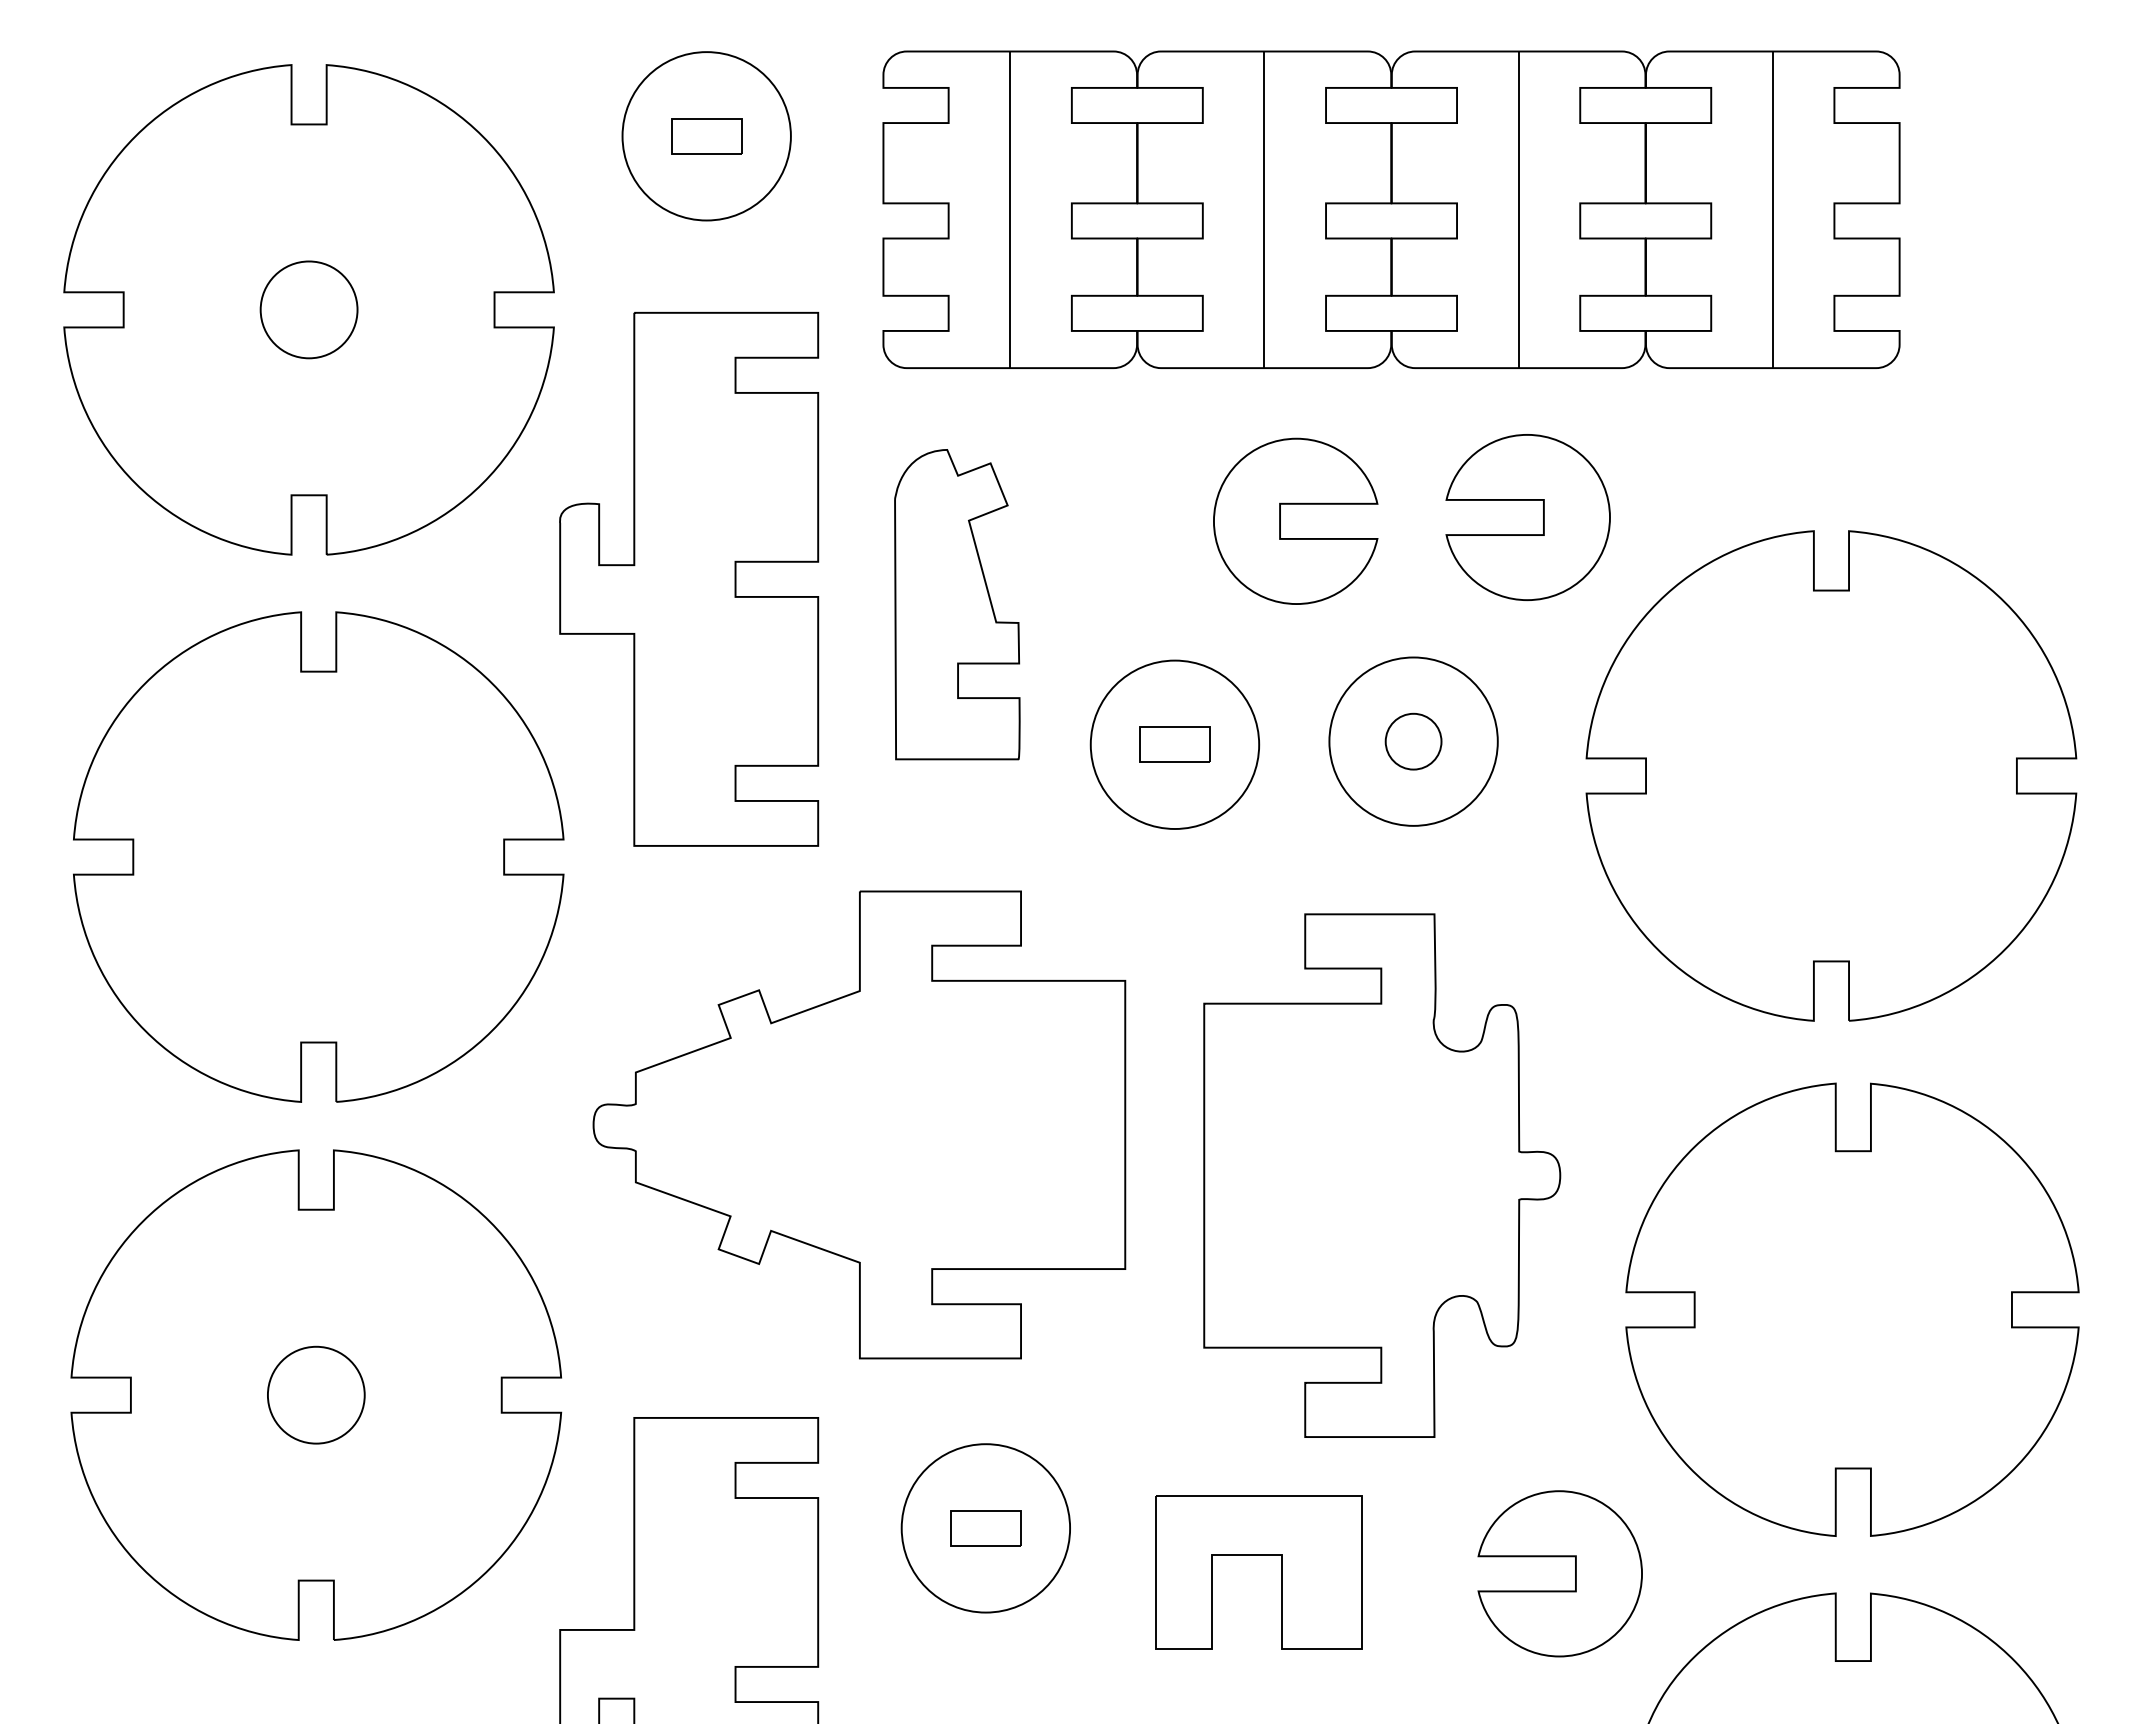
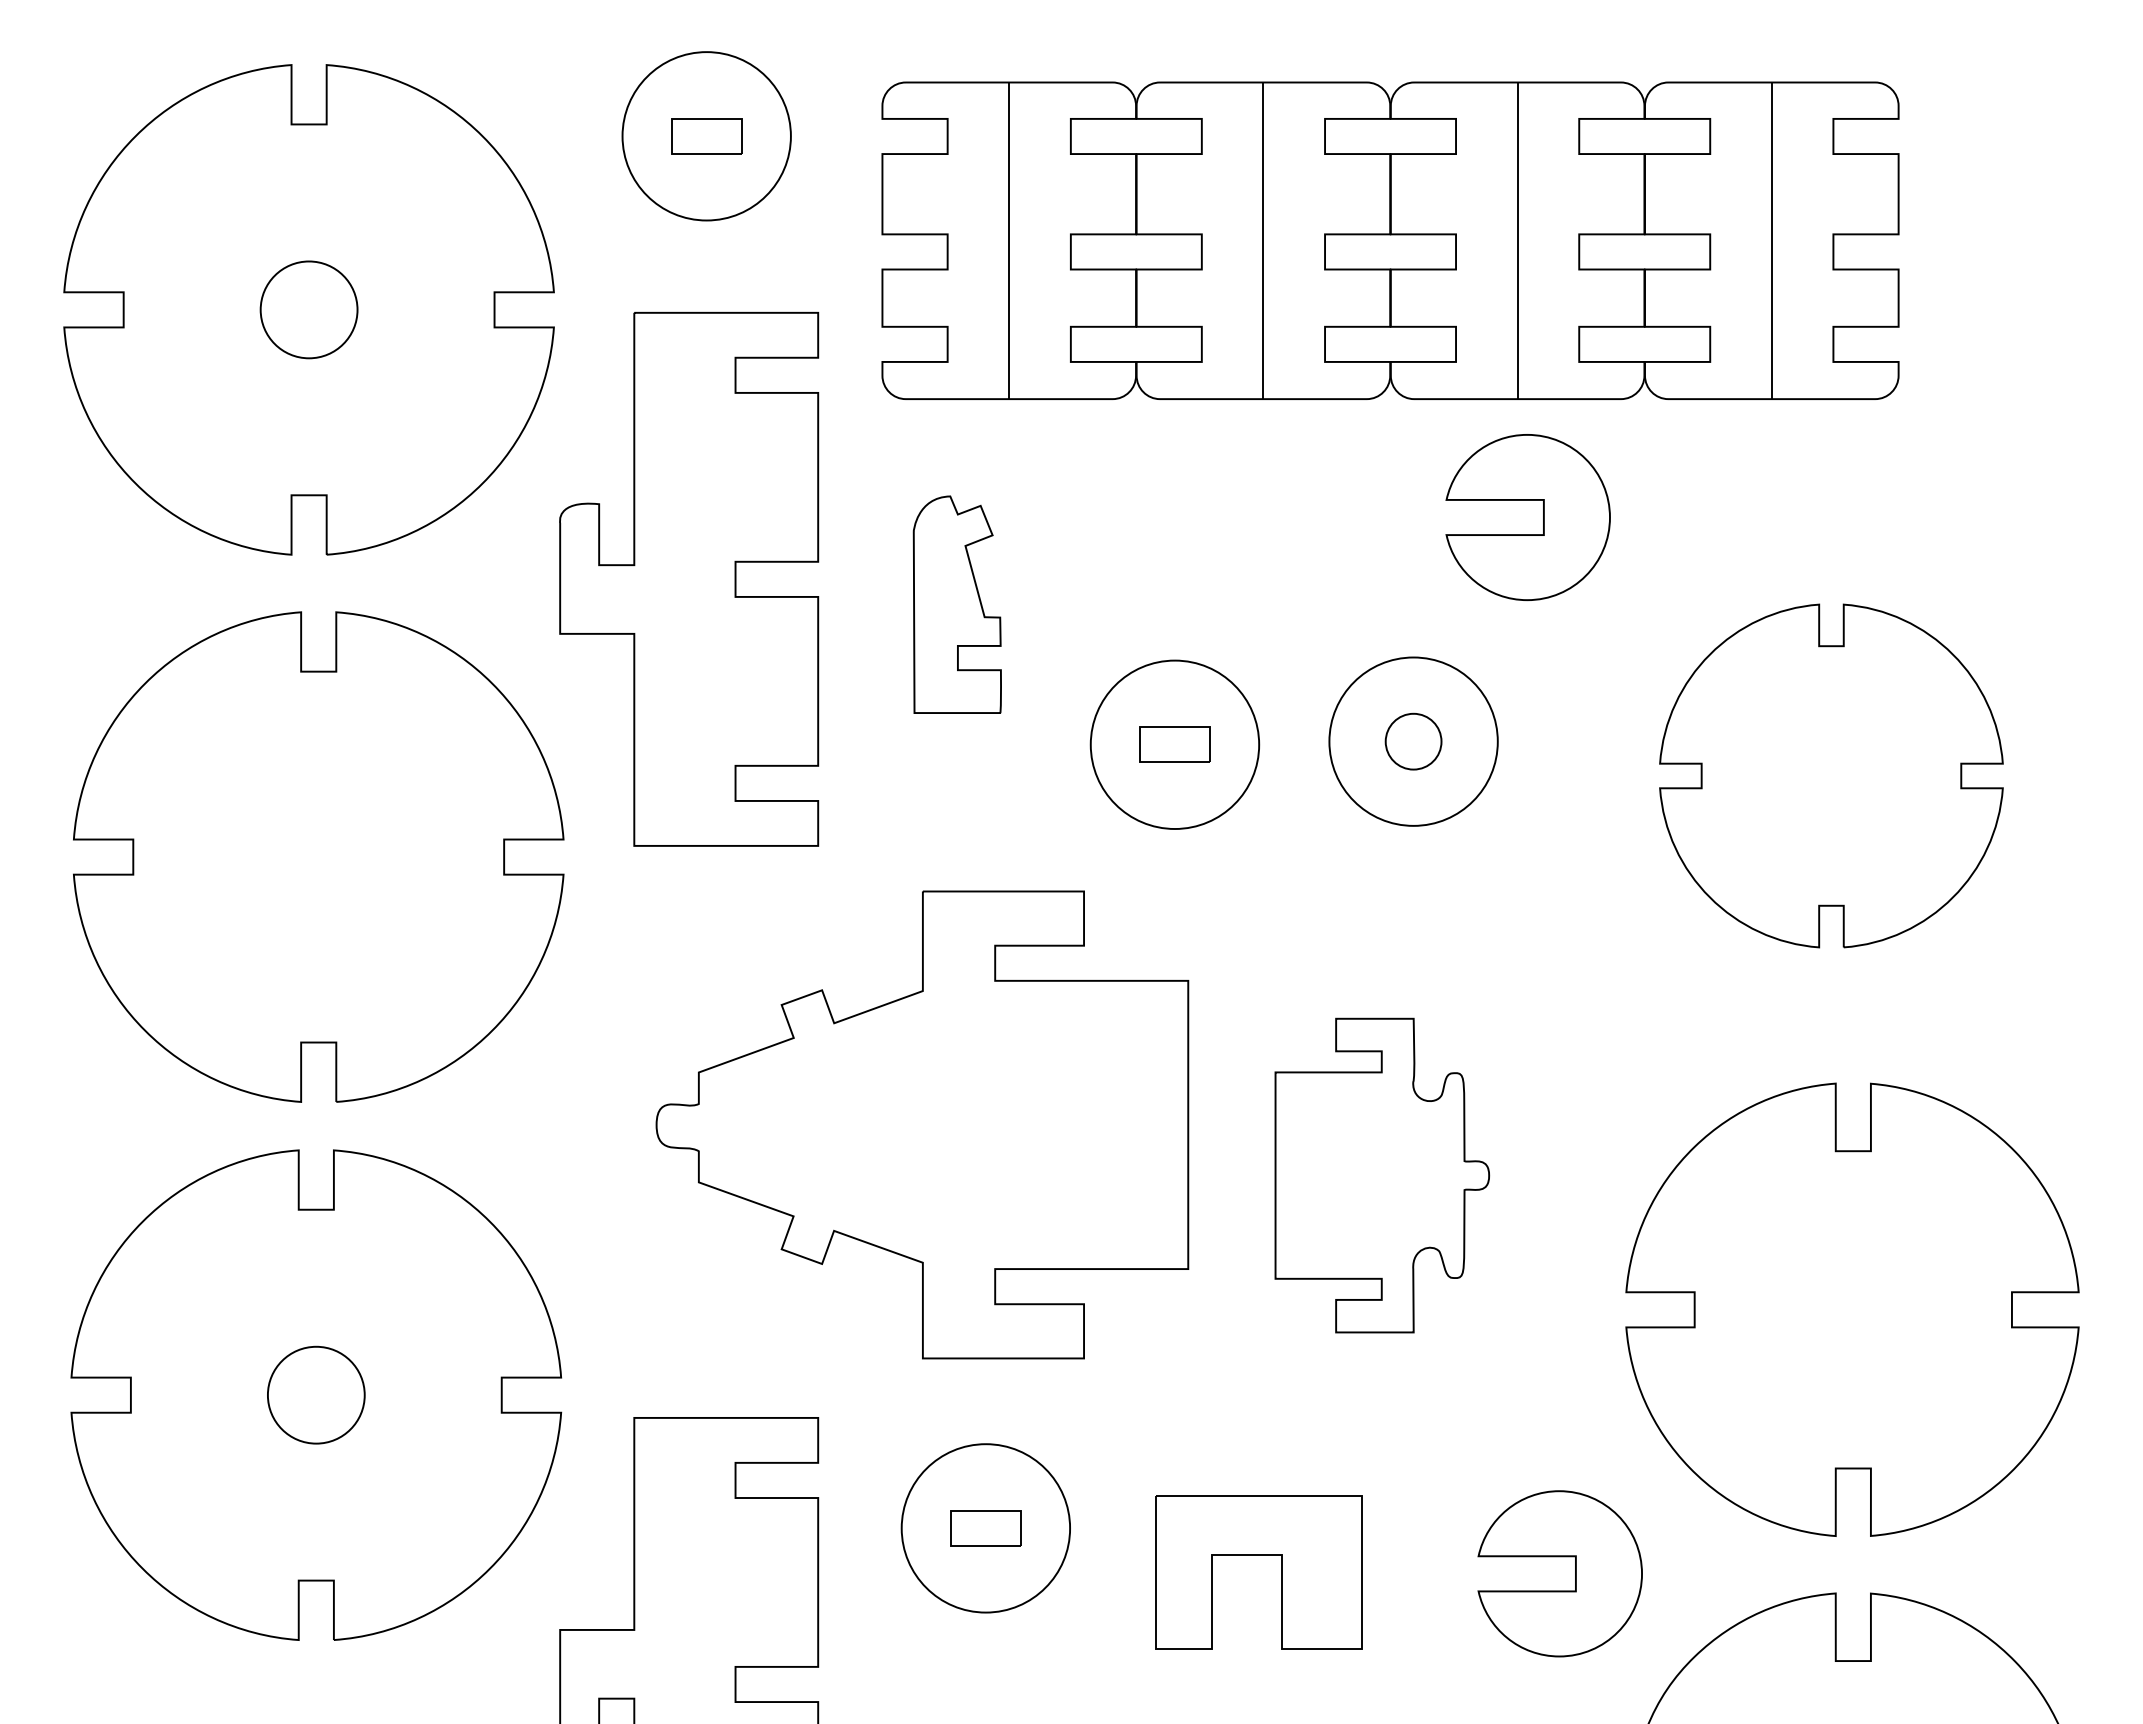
part at (1391, 209) position: (1391, 209) -> (1390, 240)
part at (1280, 520): present -> none
part at (957, 604) size: 127x312 px -> 90x219 px
part at (1831, 775) size: 493x492 px -> 345x346 px
part at (859, 1124) position: (859, 1124) -> (922, 1124)
part at (1382, 1175) size: 359x525 px -> 216x317 px
